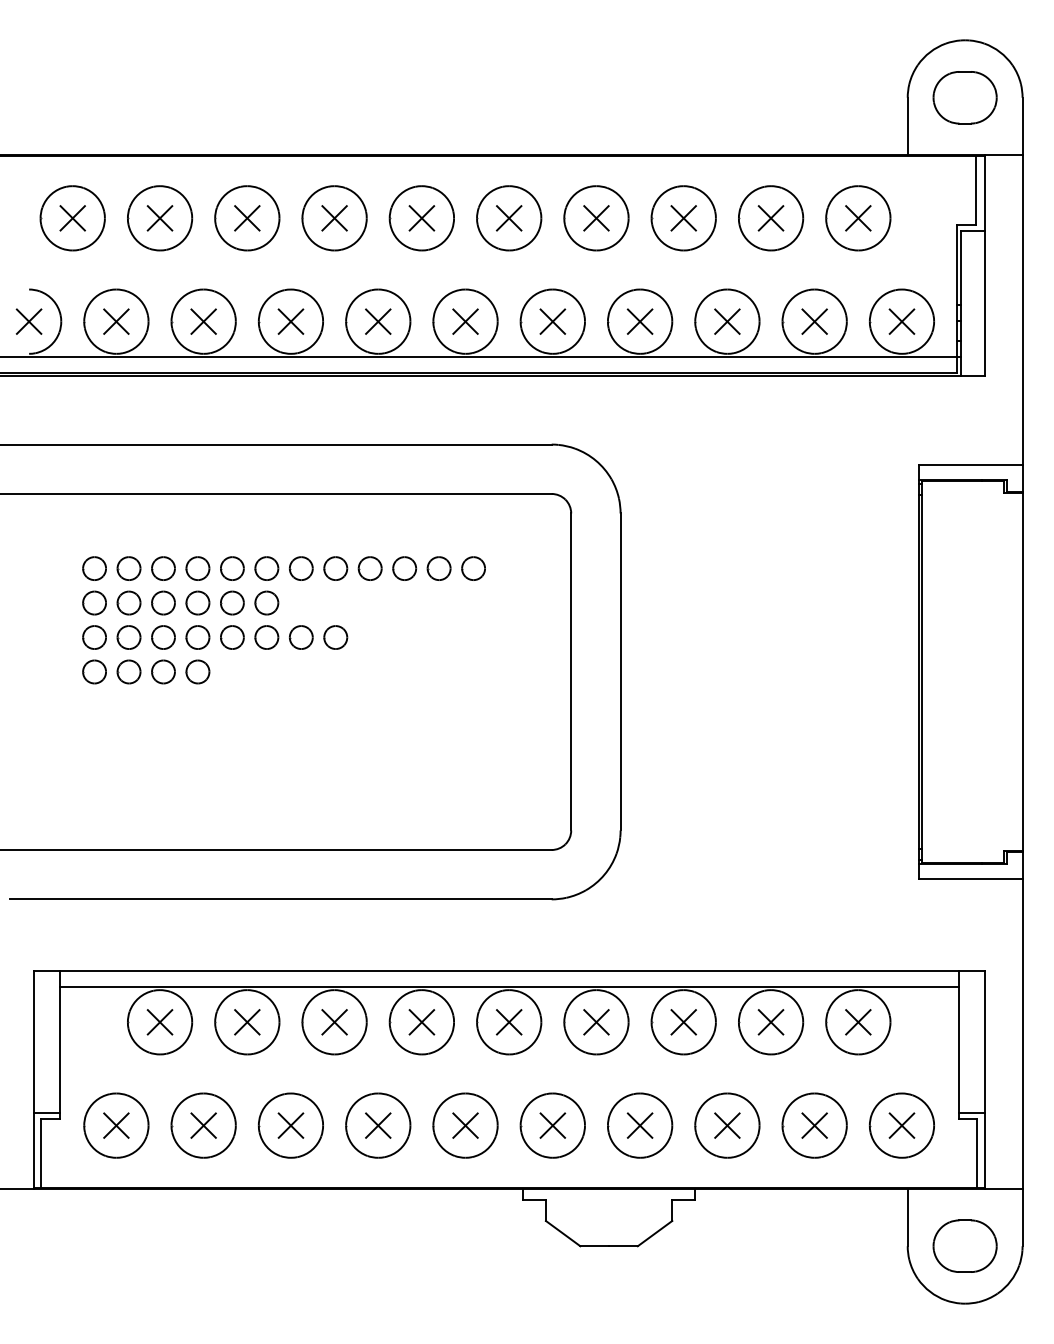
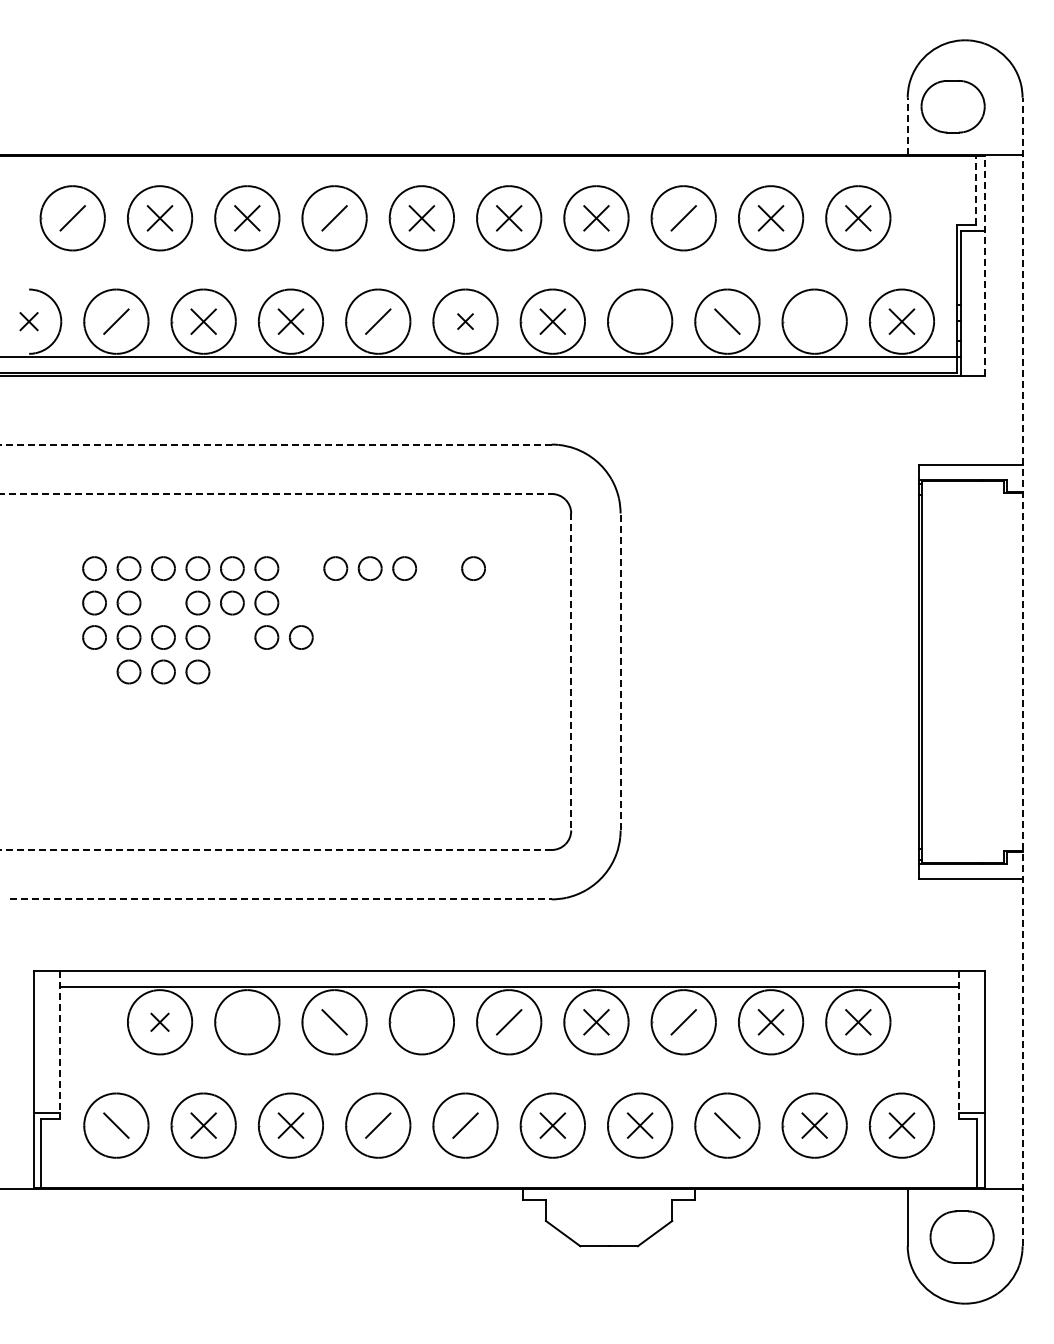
part at (964, 97) position: (964, 97) -> (952, 106)
line at (907, 126): solid -> dashed
line at (975, 190): solid -> dashed
line at (72, 218): present -> none
line at (334, 218): present -> none
line at (683, 218): present -> none
line at (984, 264): solid -> dashed
part at (28, 321) size: 28x27 px -> 20x20 px
line at (116, 321): present -> none
line at (378, 321): present -> none
part at (465, 321) size: 27x27 px -> 17x17 px
part at (639, 321): present -> none
line at (727, 321): present -> none
part at (814, 321): present -> none
line at (275, 444): solid -> dashed
line at (276, 493): solid -> dashed
part at (301, 568): present -> none
part at (438, 568): present -> none
part at (163, 602): present -> none
part at (232, 637): present -> none
part at (335, 637): present -> none
part at (94, 671): present -> none
line at (620, 671): solid -> dashed
line at (1022, 671): solid -> dashed
line at (571, 672): solid -> dashed
line at (275, 850): solid -> dashed
line at (281, 899): solid -> dashed
part at (159, 1022) size: 28x27 px -> 20x20 px
part at (247, 1022): present -> none
line at (334, 1022): present -> none
part at (421, 1022): present -> none
line at (509, 1022): present -> none
line at (683, 1022): present -> none
line at (59, 1045): solid -> dashed
line at (958, 1045): solid -> dashed
line at (116, 1125): present -> none
line at (378, 1125): present -> none
line at (465, 1125): present -> none
line at (727, 1125): present -> none
part at (964, 1245) position: (964, 1245) -> (961, 1236)
